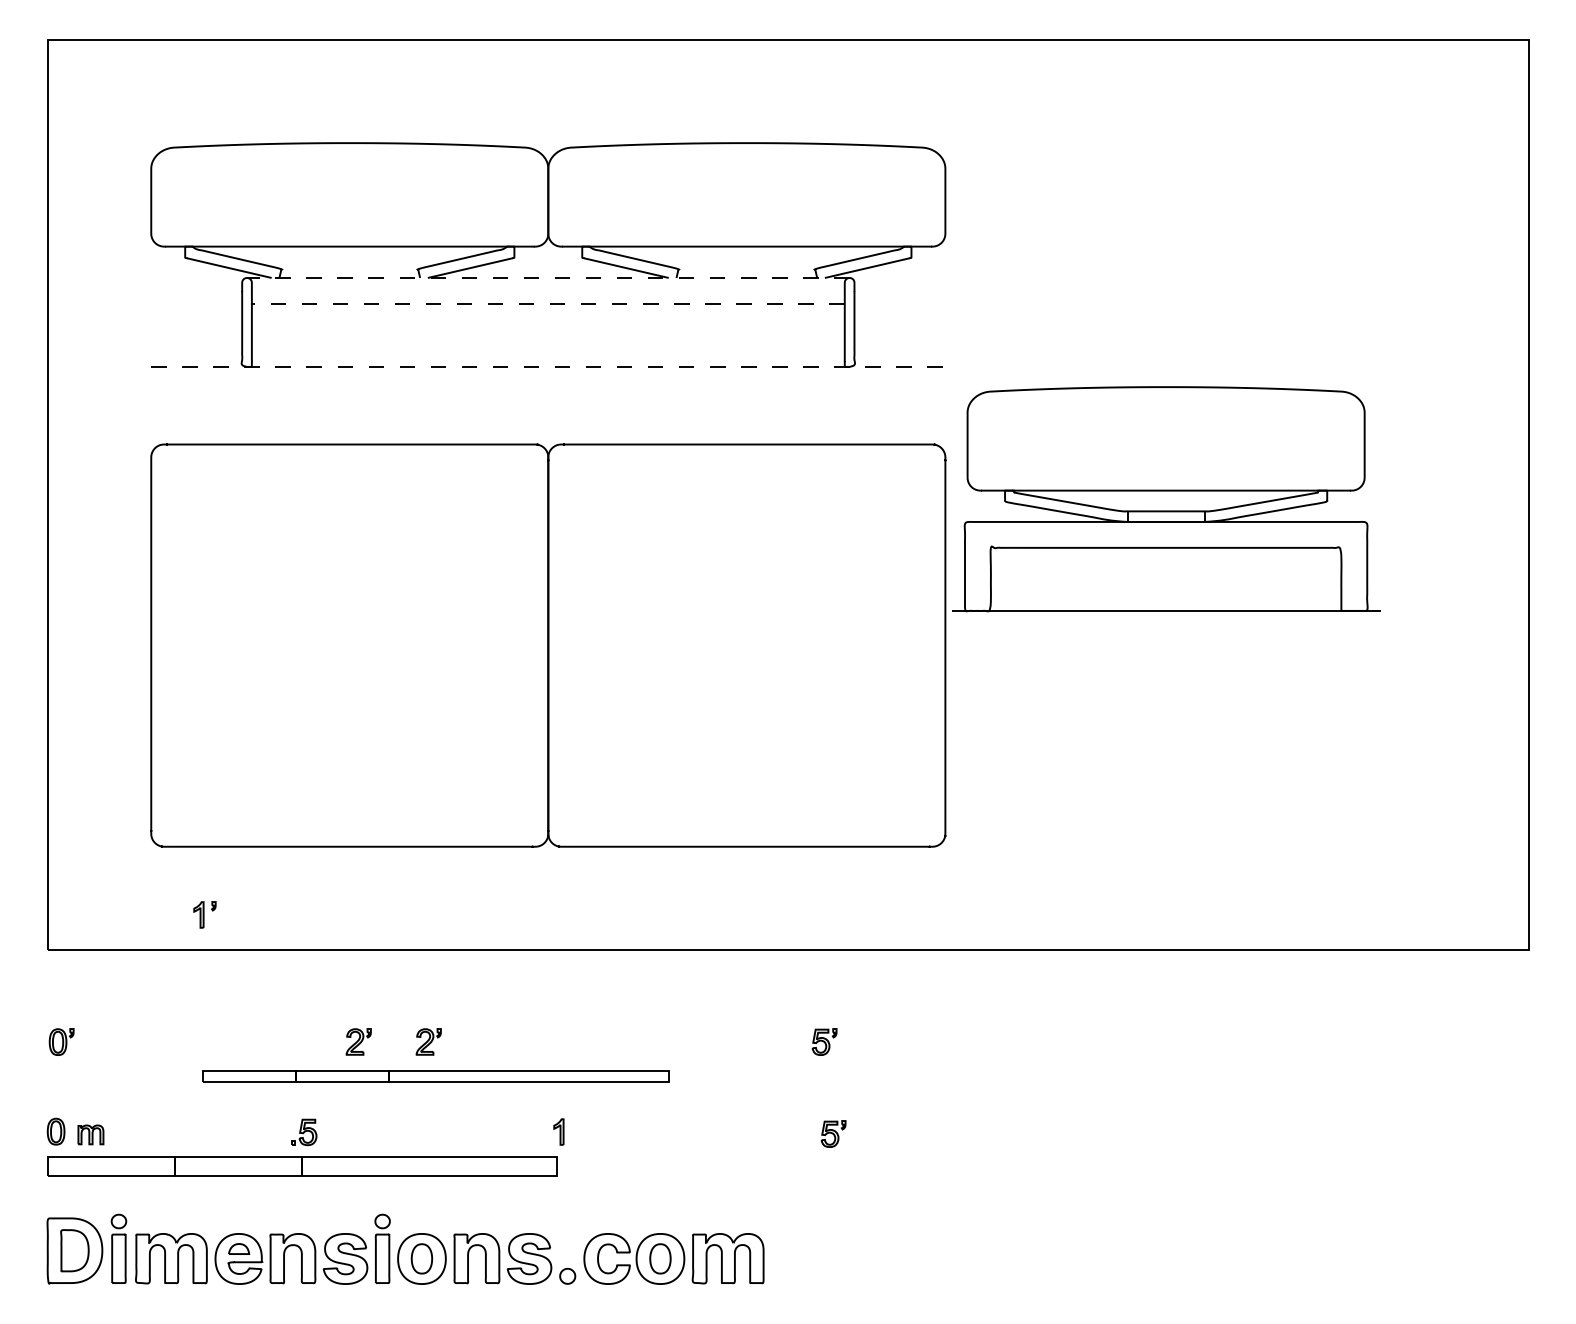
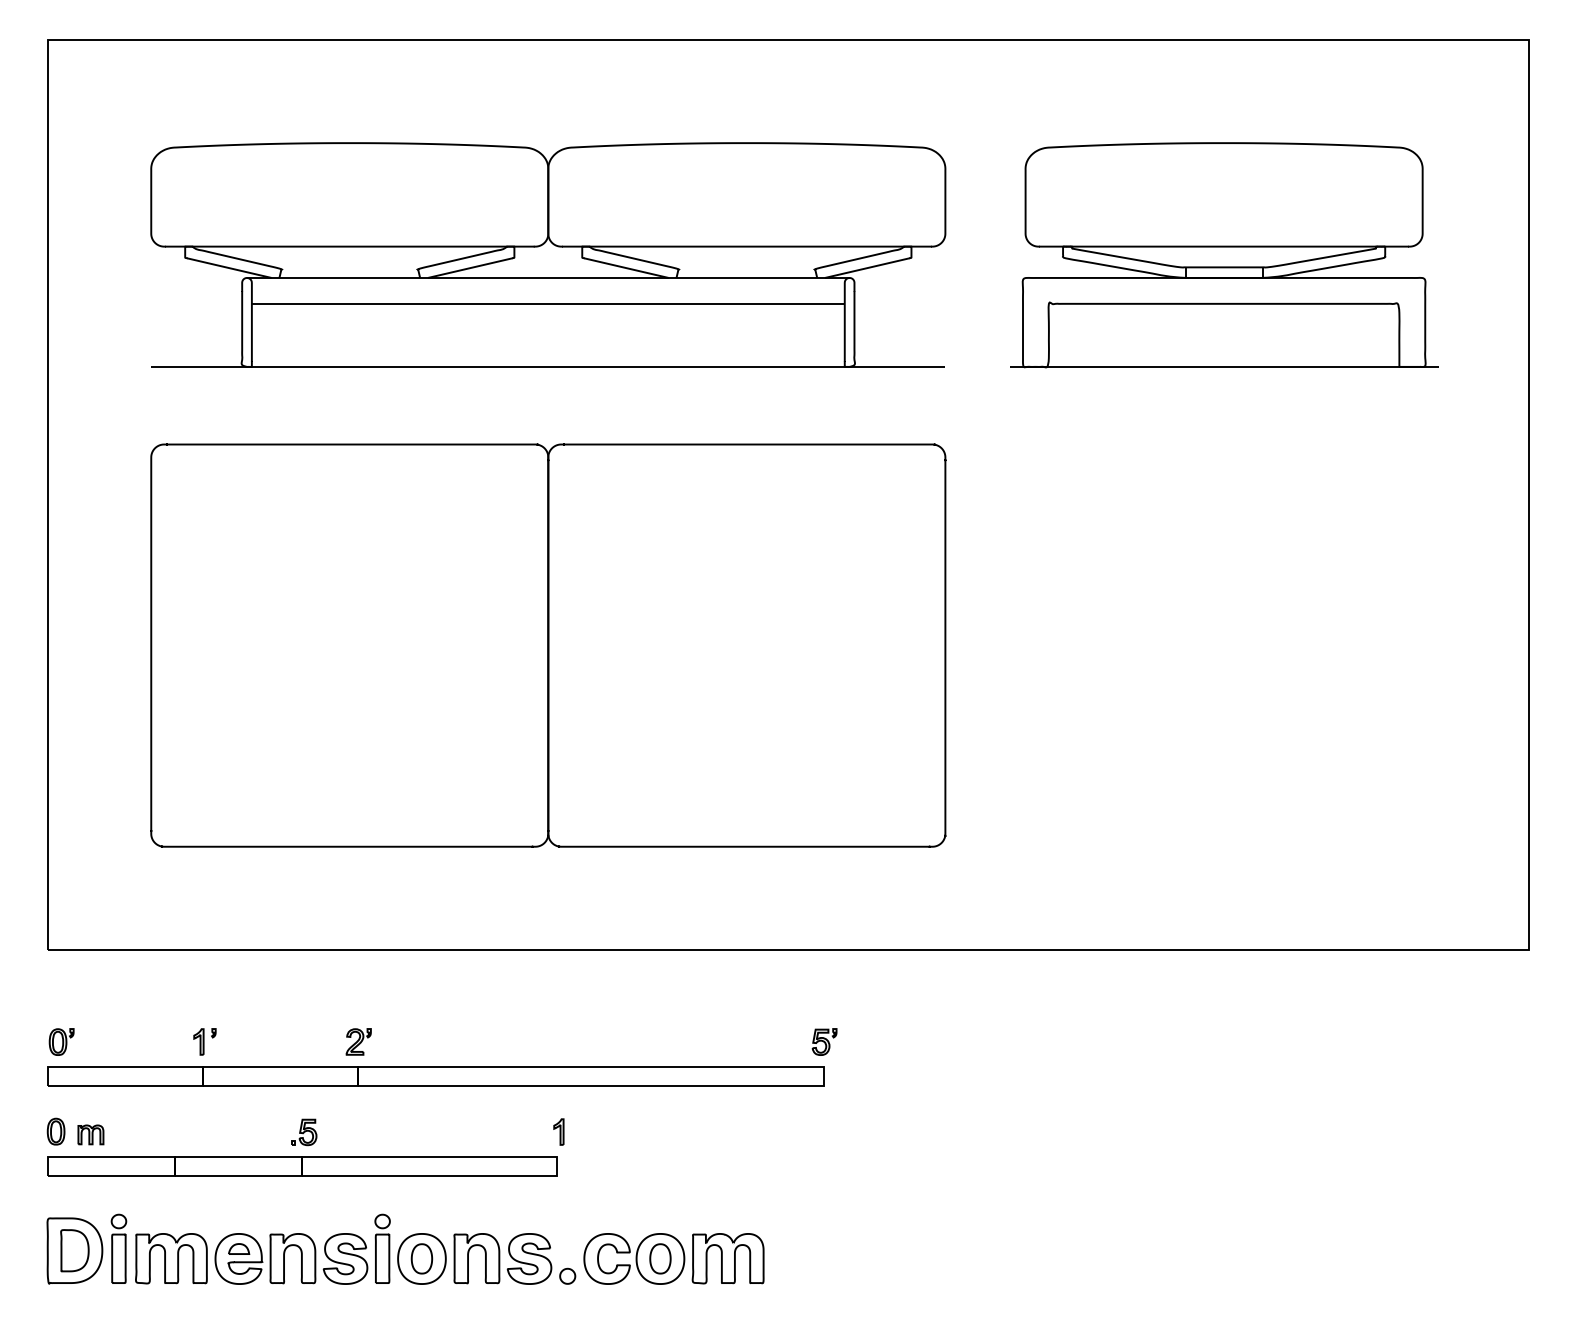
line at (548, 277): dashed -> solid
line at (548, 303): dashed -> solid
line at (548, 366): dashed -> solid
part at (1166, 499) position: (1166, 499) -> (1224, 255)
part at (204, 914) position: (204, 914) -> (204, 1041)
part at (428, 1041): present -> none
part at (435, 1076) size: 468x13 px -> 778x21 px
part at (833, 1133): present -> none
